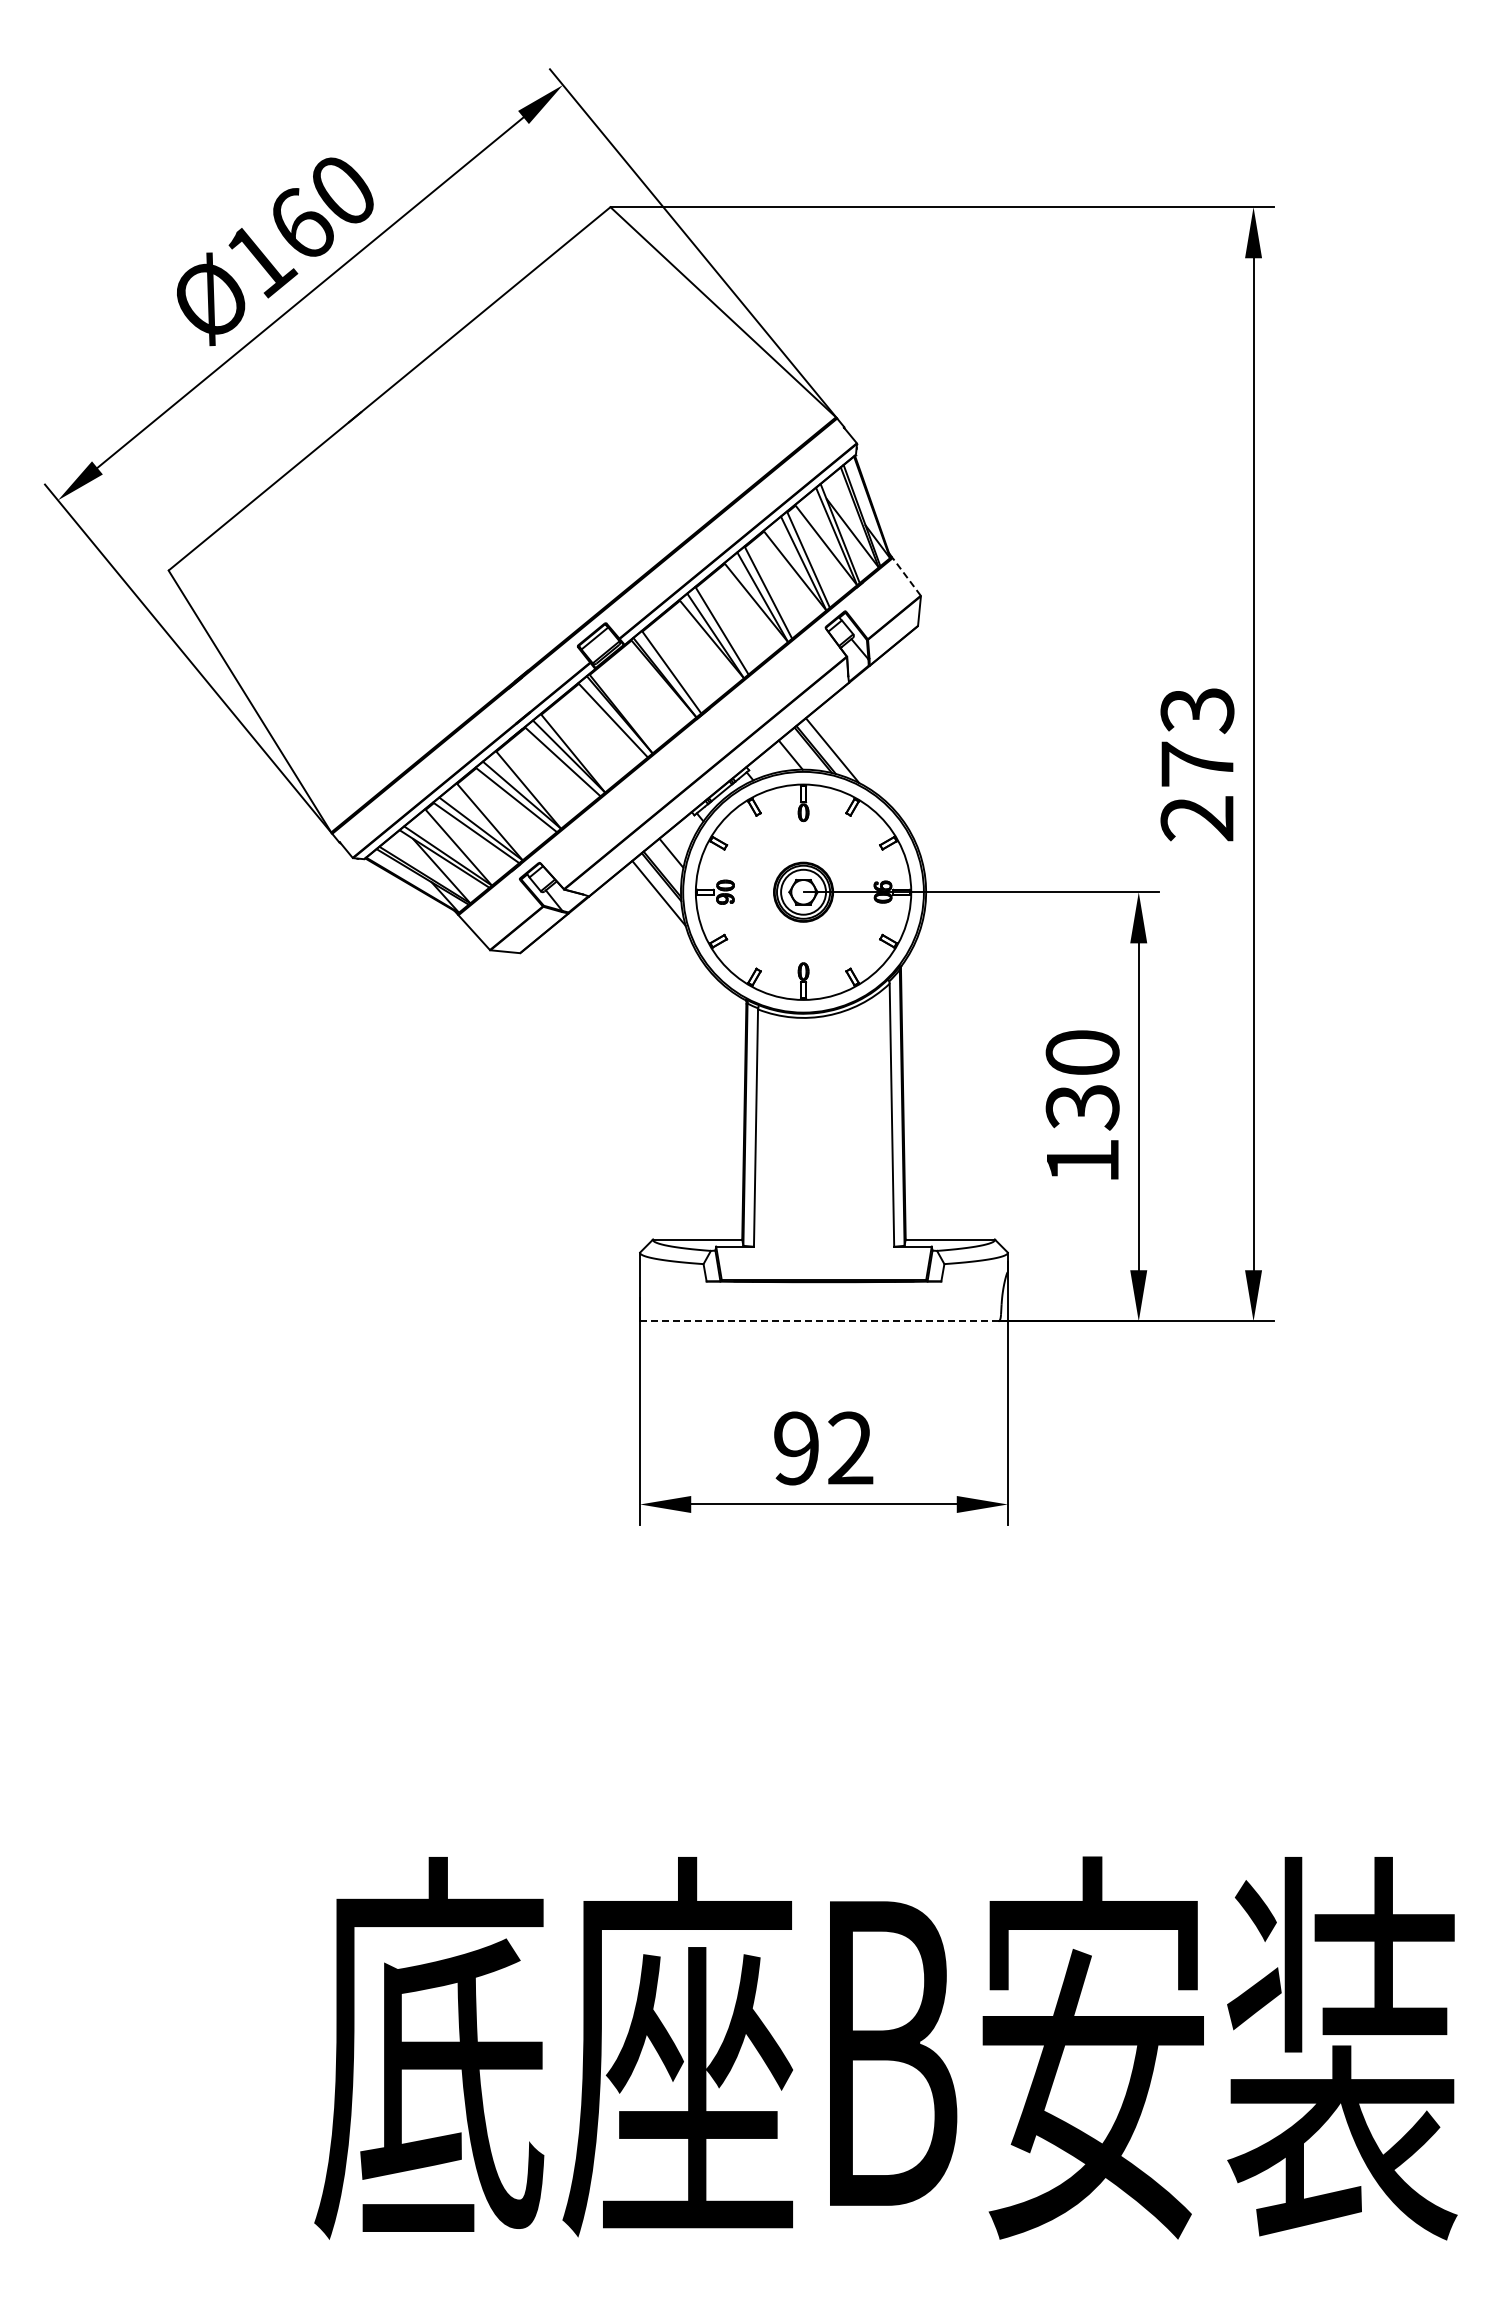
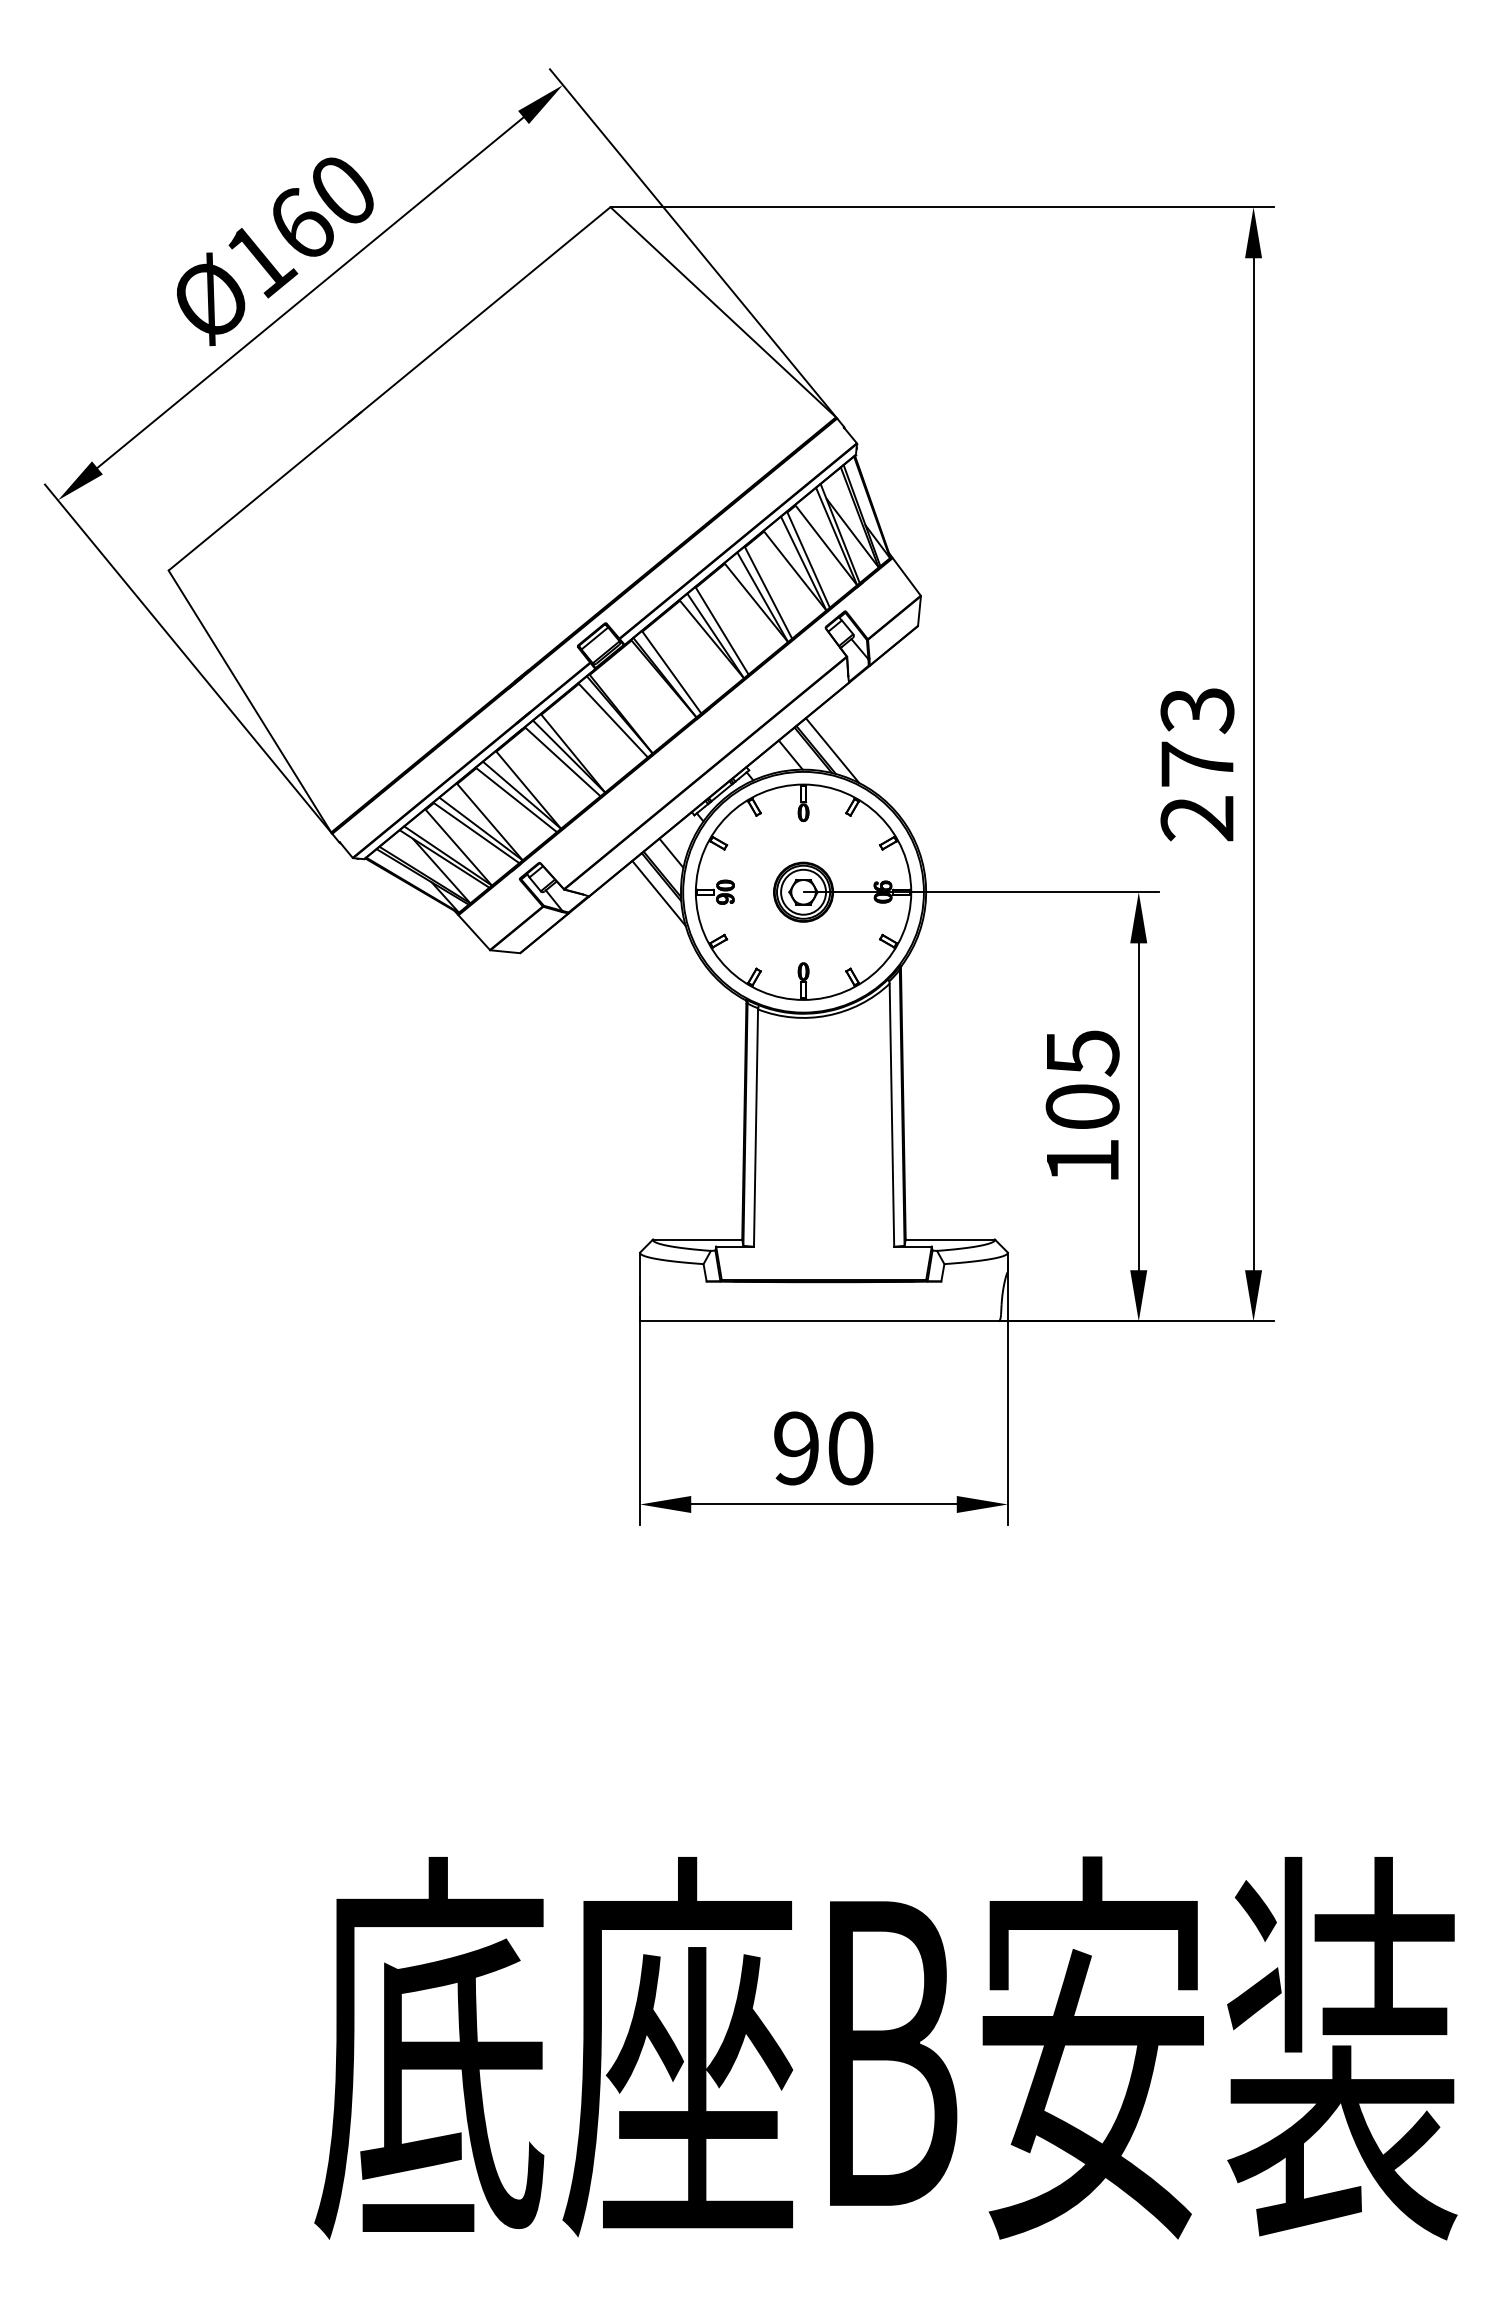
line at (906, 576): dashed -> solid
text at (1082, 1080): 130 -> 105
line at (818, 1321): dashed -> solid
text at (850, 1448): 92 -> 90
